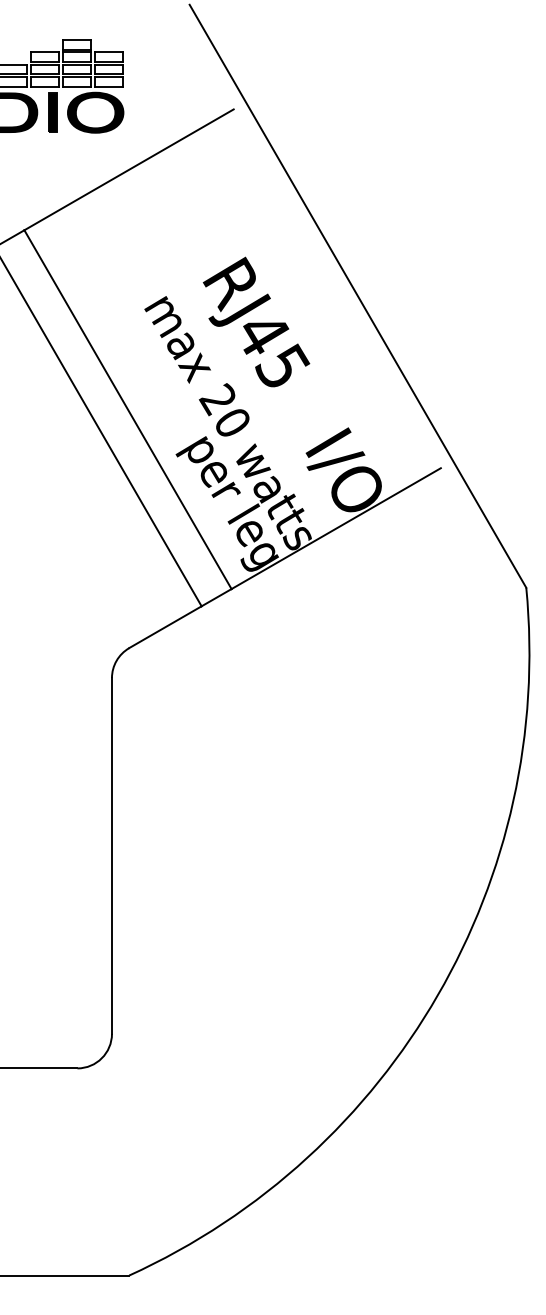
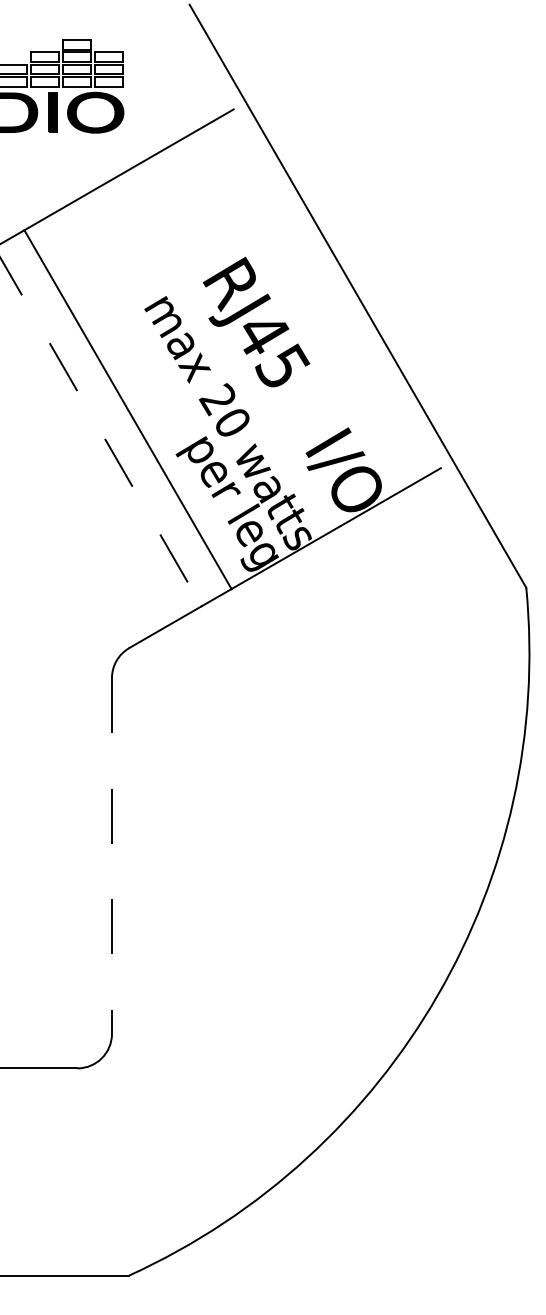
line at (101, 432): solid -> dashed
line at (111, 855): solid -> dashed
